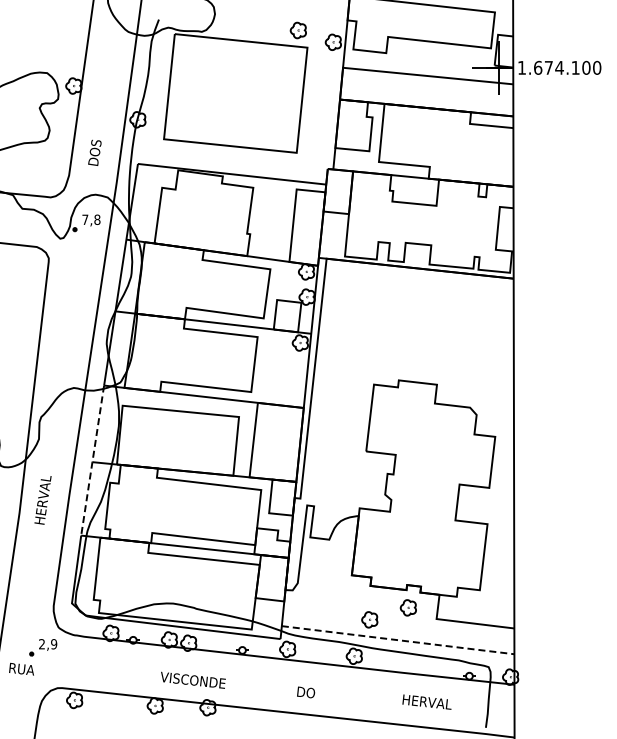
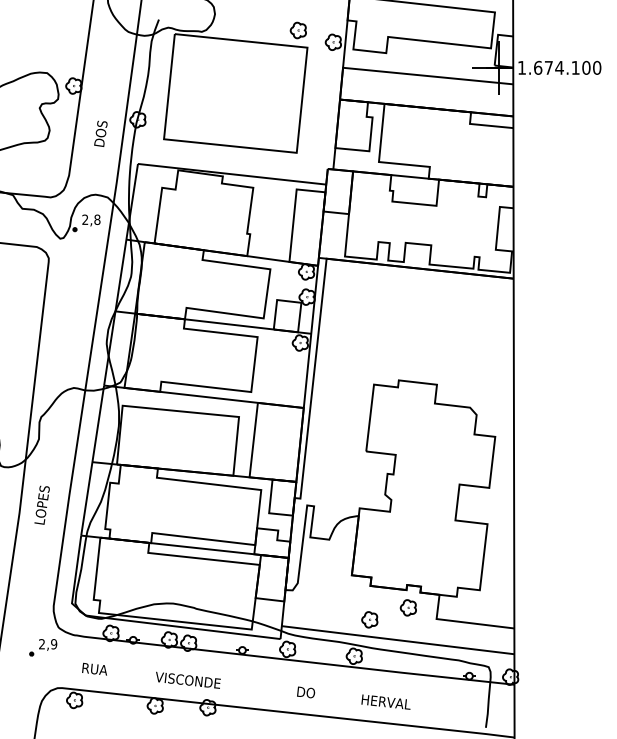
text at (94, 152) position: (94, 152) -> (100, 133)
text at (85, 219): 7,8 -> 2,8
line at (92, 461): dashed -> solid
text at (43, 499): HERVAL -> LOPES
line at (398, 640): dashed -> solid
text at (21, 668) position: (21, 668) -> (94, 668)
text at (193, 679) position: (193, 679) -> (188, 679)
text at (426, 701) position: (426, 701) -> (385, 701)
